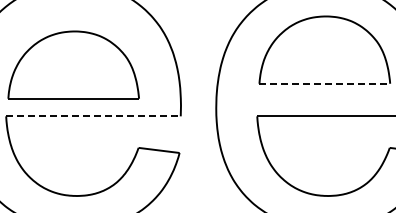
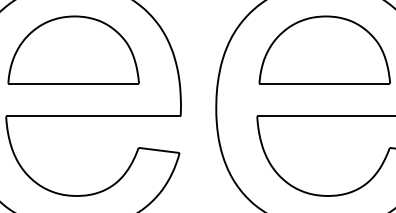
part at (73, 64) position: (73, 64) -> (73, 49)
line at (325, 83): dashed -> solid
line at (93, 116): dashed -> solid
